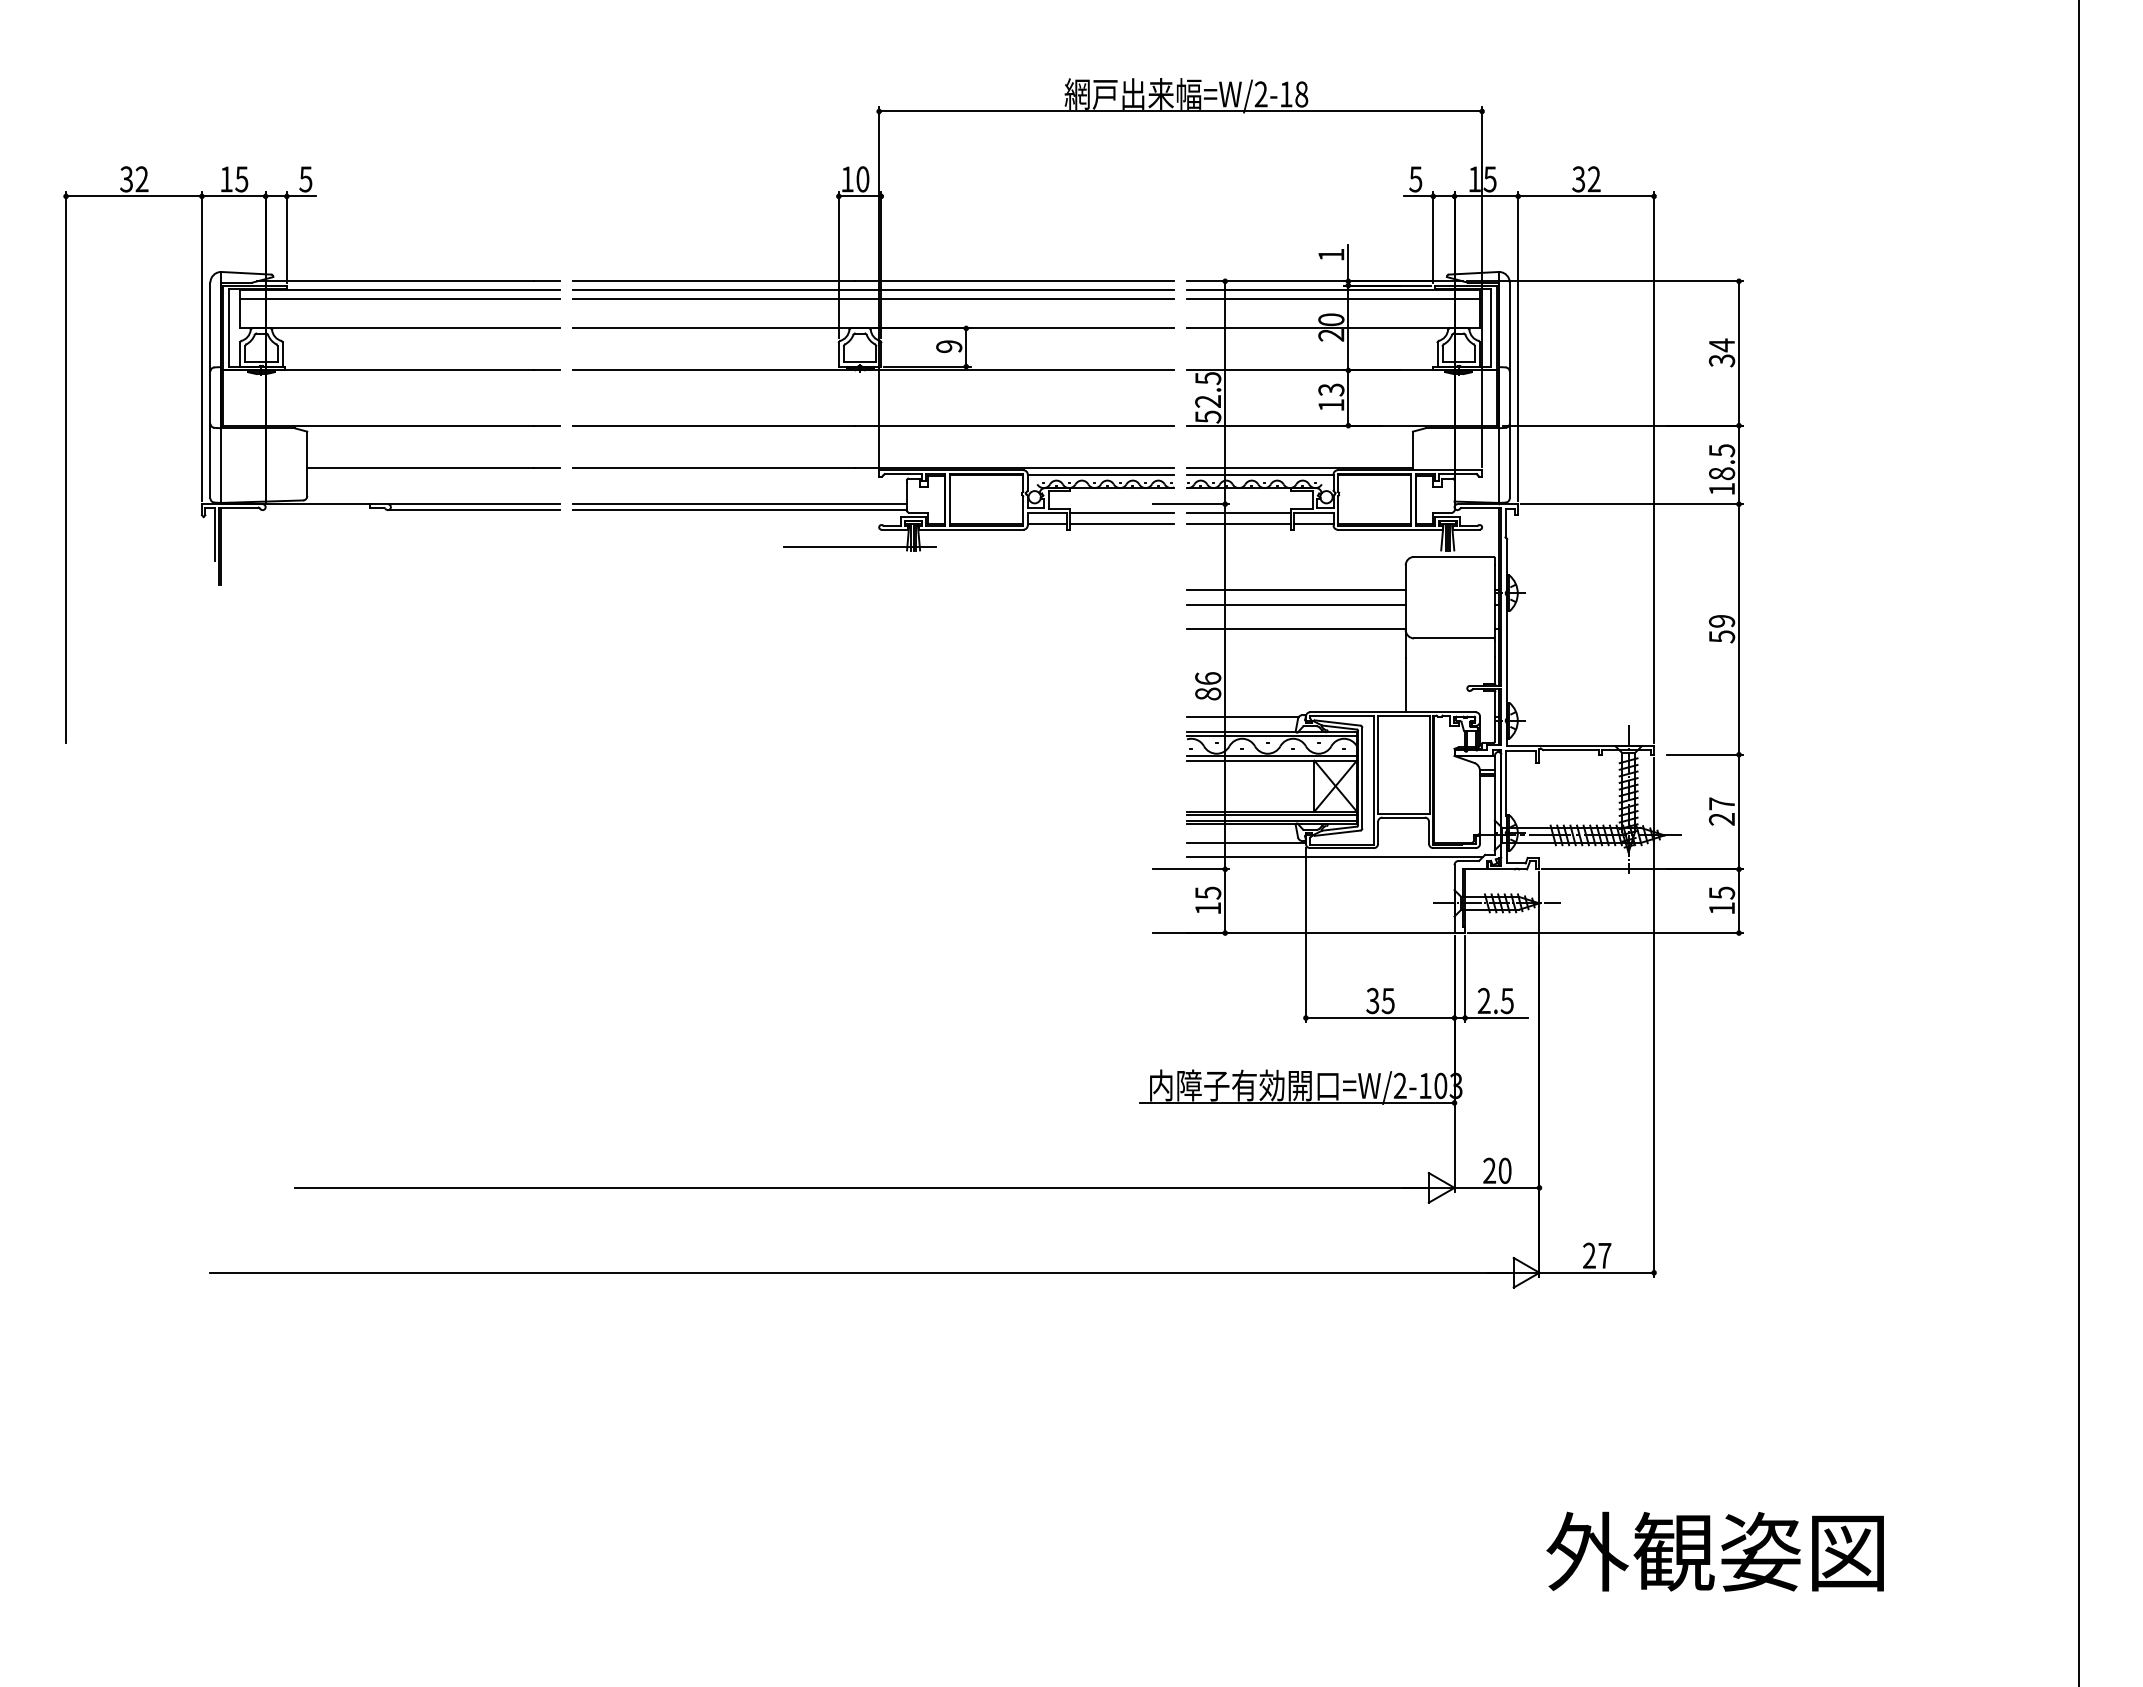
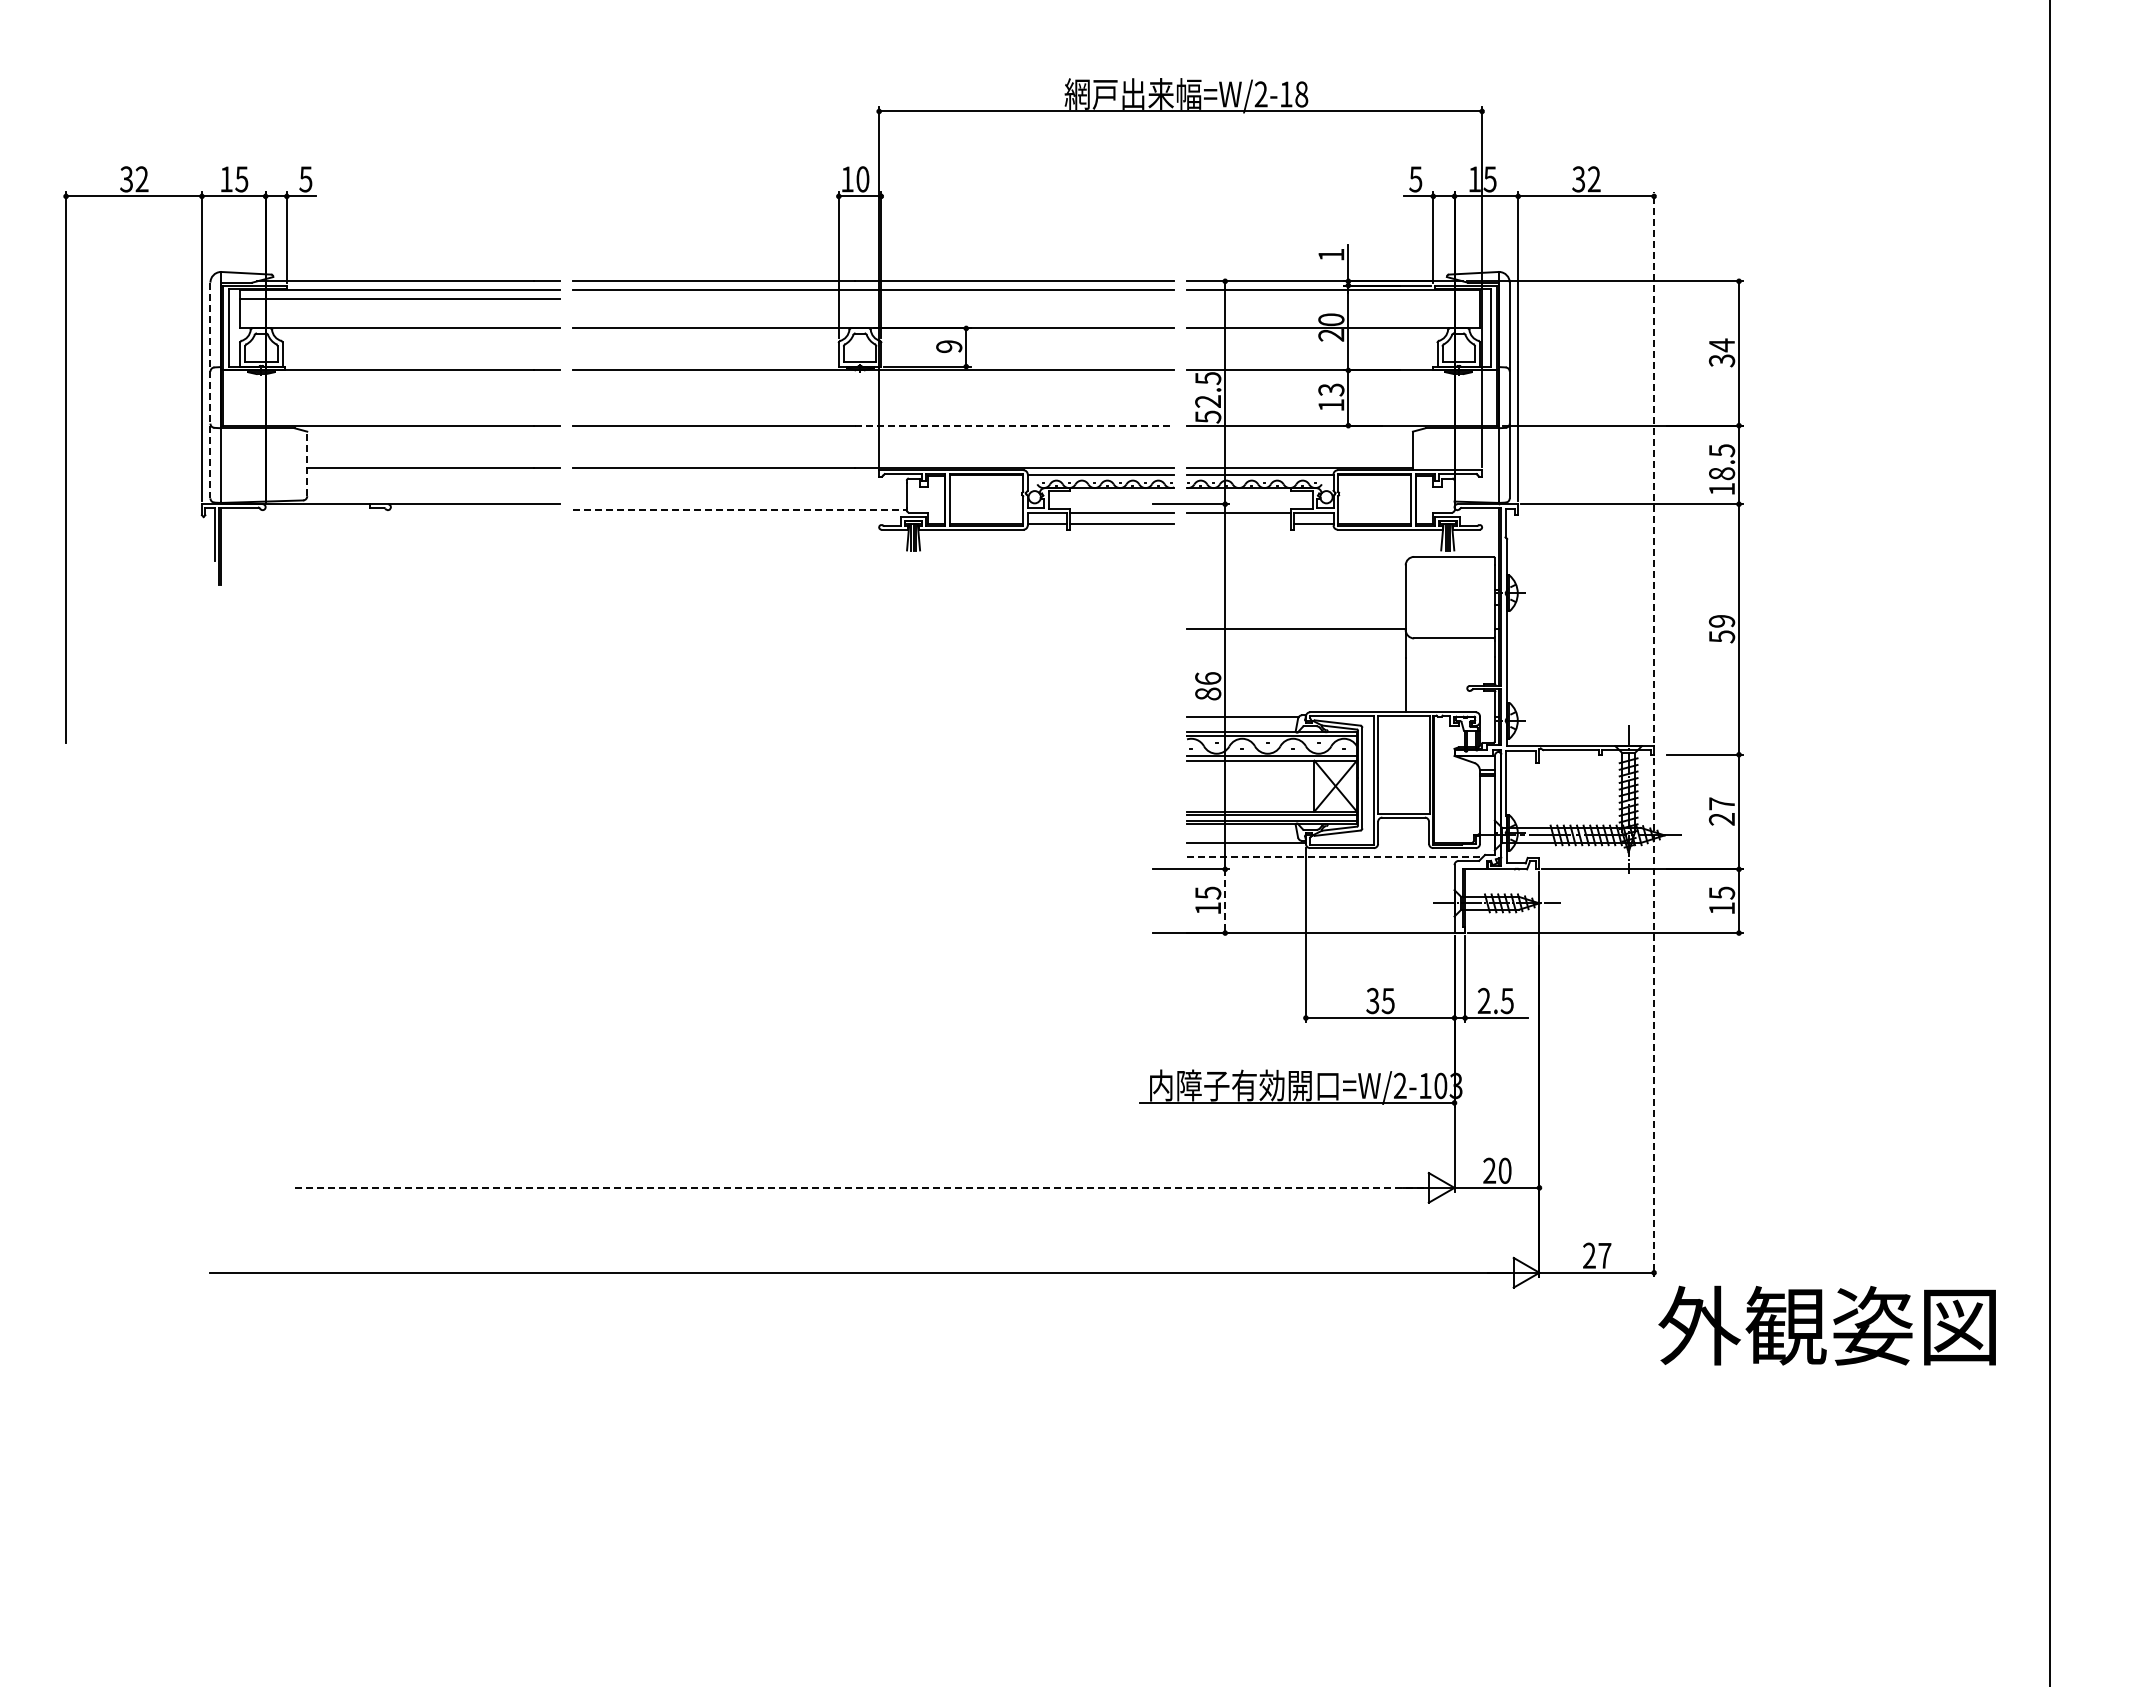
line at (873, 299): present -> none
line at (1333, 299): present -> none
line at (210, 390): solid -> dashed
line at (1014, 425): solid -> dashed
line at (307, 463): solid -> dashed
line at (1654, 467): solid -> dashed
line at (739, 504): present -> none
line at (473, 510): present -> none
line at (739, 510): solid -> dashed
line at (1239, 524): present -> none
line at (859, 546): present -> none
line at (1296, 590): present -> none
line at (1296, 604): present -> none
line at (2078, 842) position: (2078, 842) -> (2049, 842)
line at (1335, 856): solid -> dashed
line at (1225, 901): solid -> dashed
line at (1654, 1017): solid -> dashed
line at (860, 1187): solid -> dashed
text at (1714, 1551) position: (1714, 1551) -> (1826, 1325)
